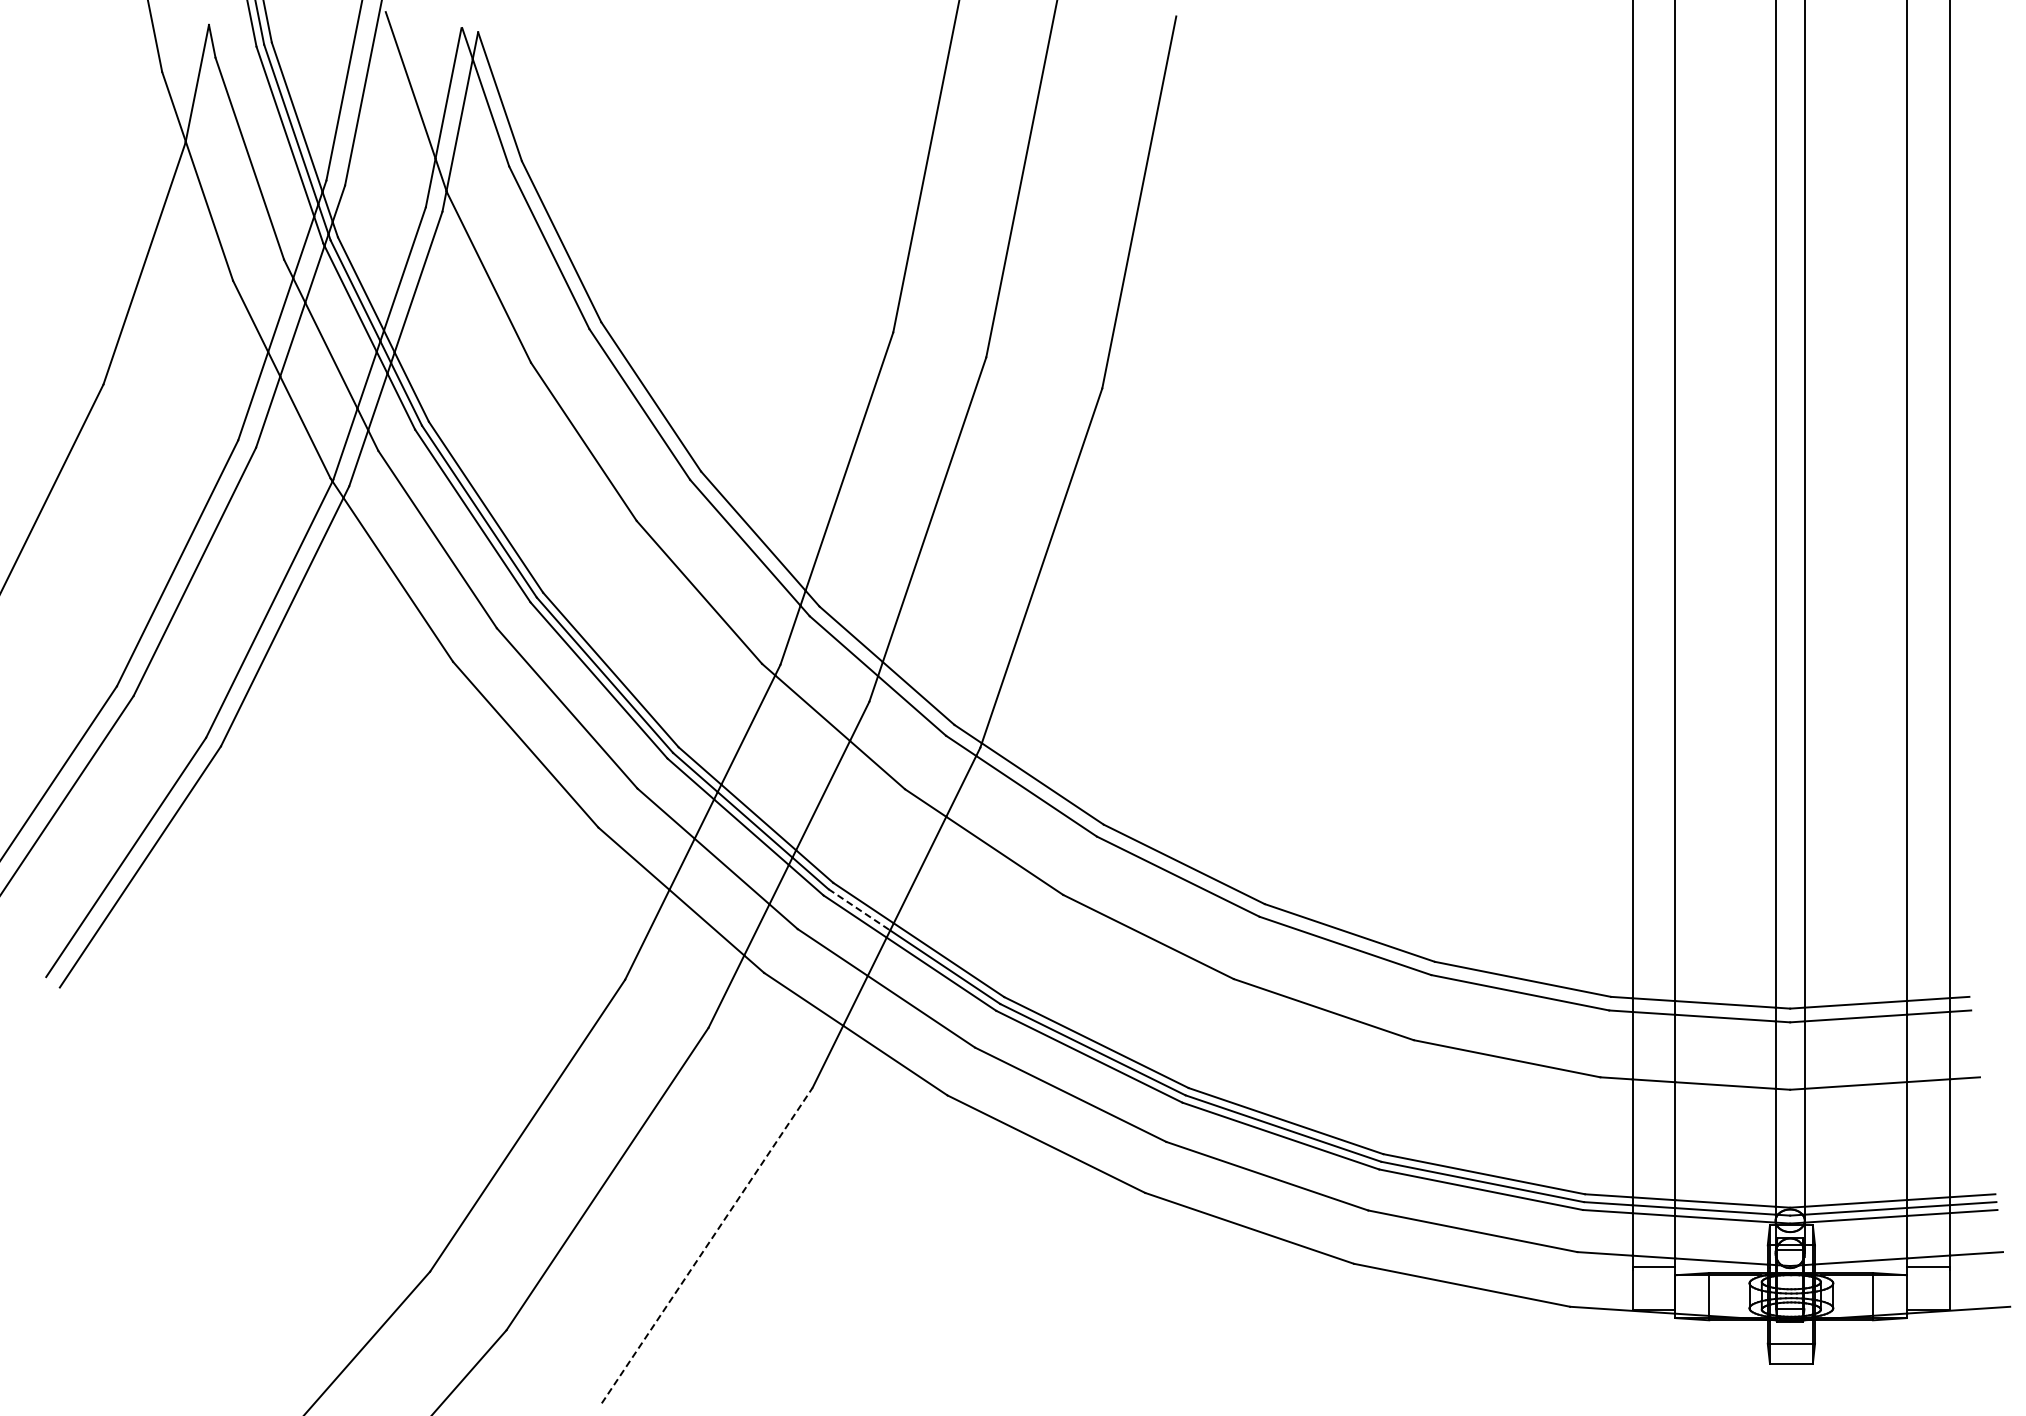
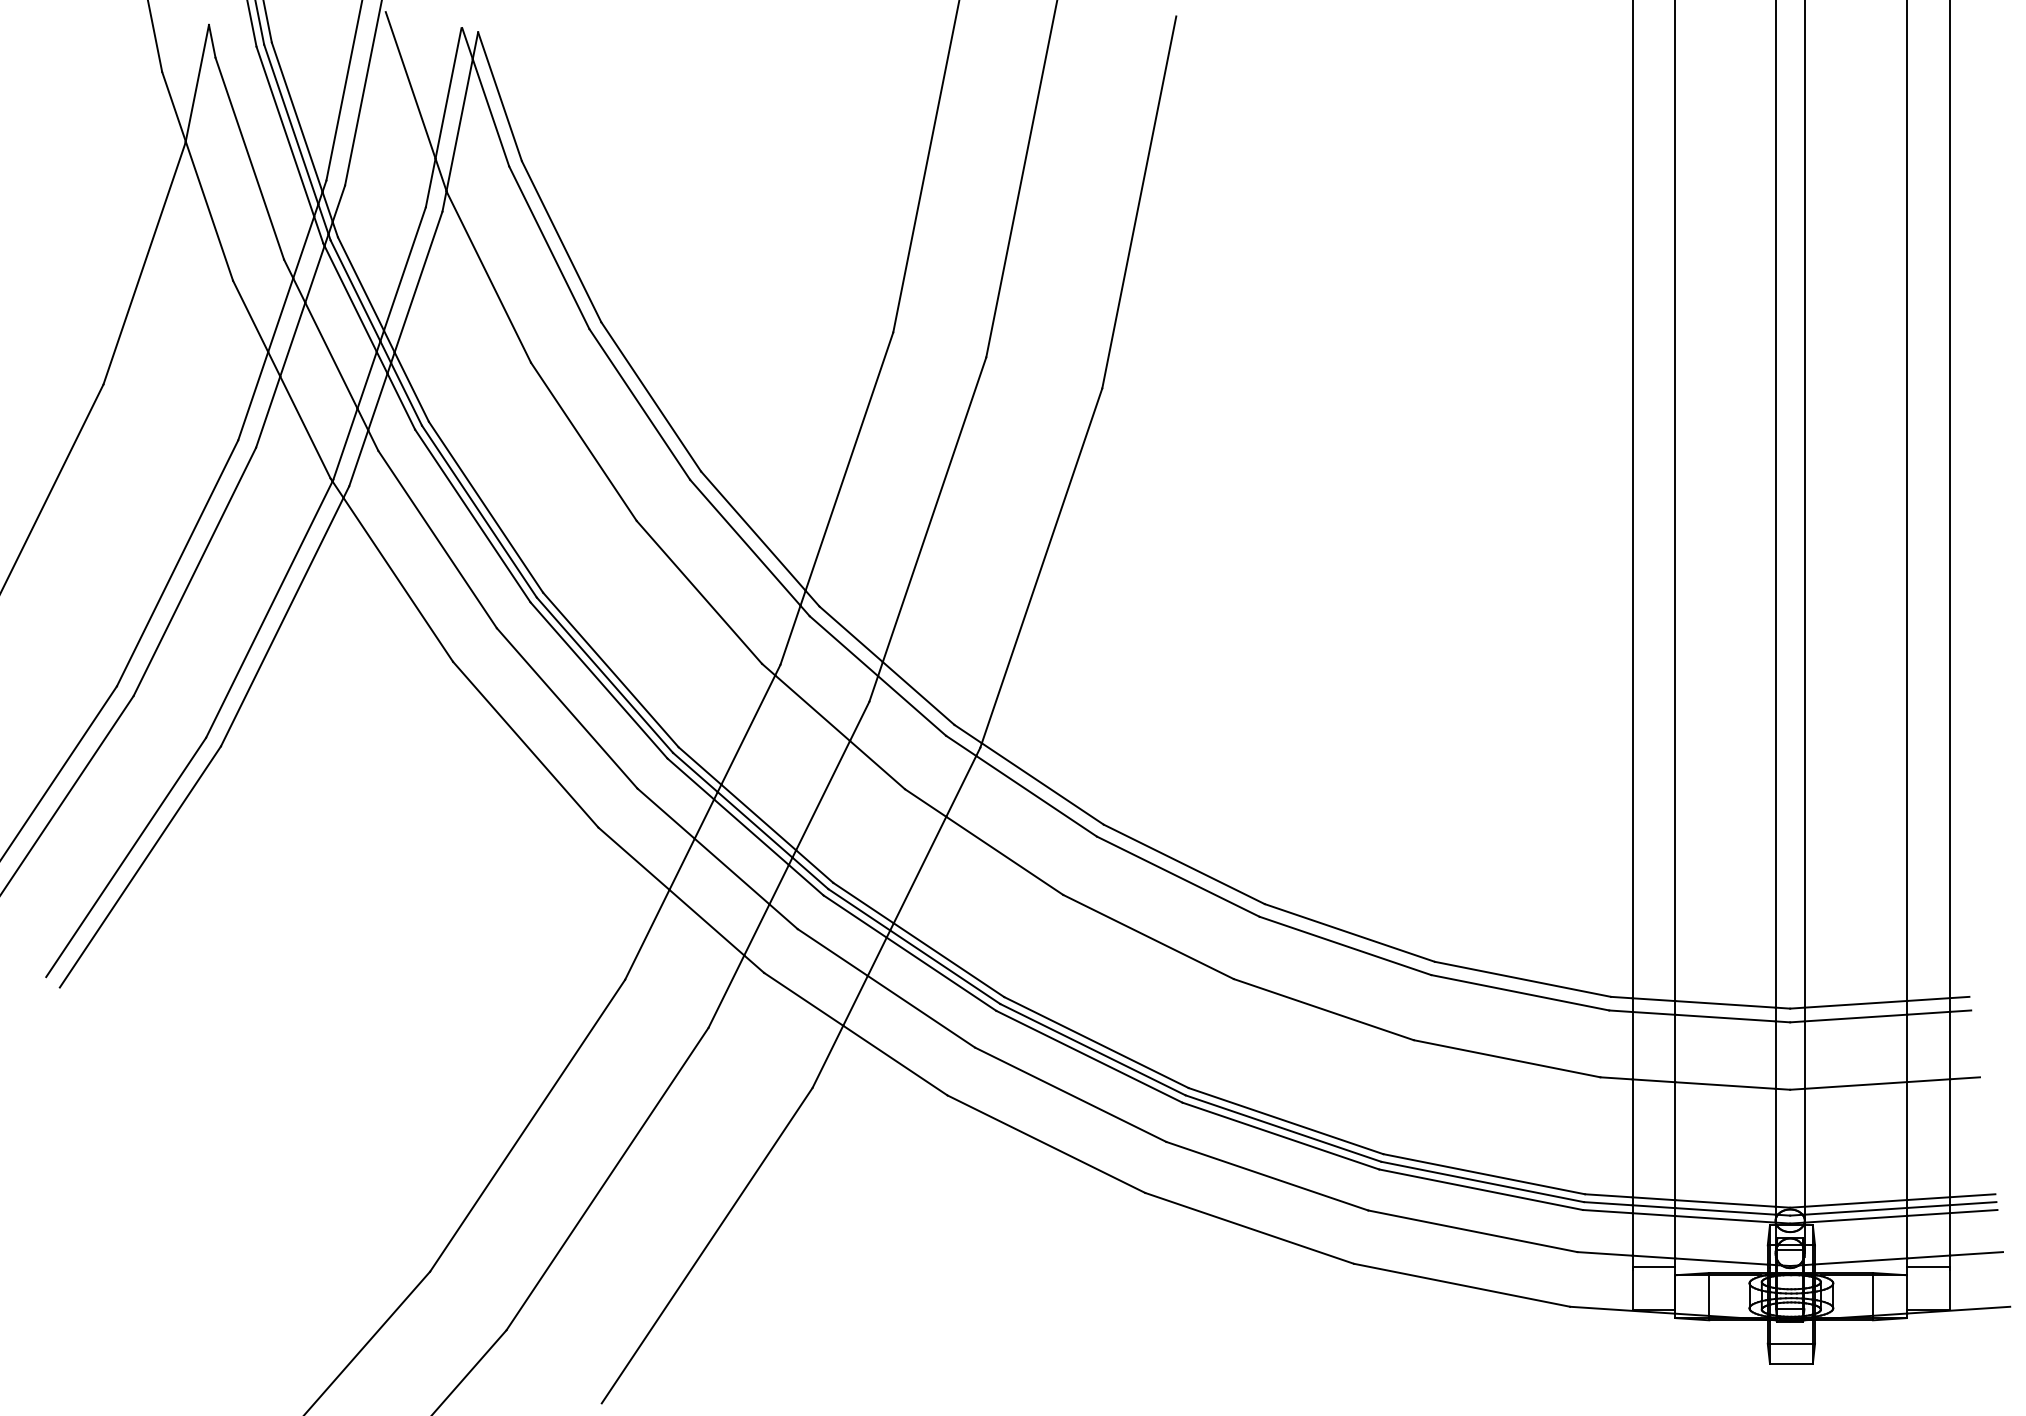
line at (859, 910): dashed -> solid
line at (707, 1245): dashed -> solid
